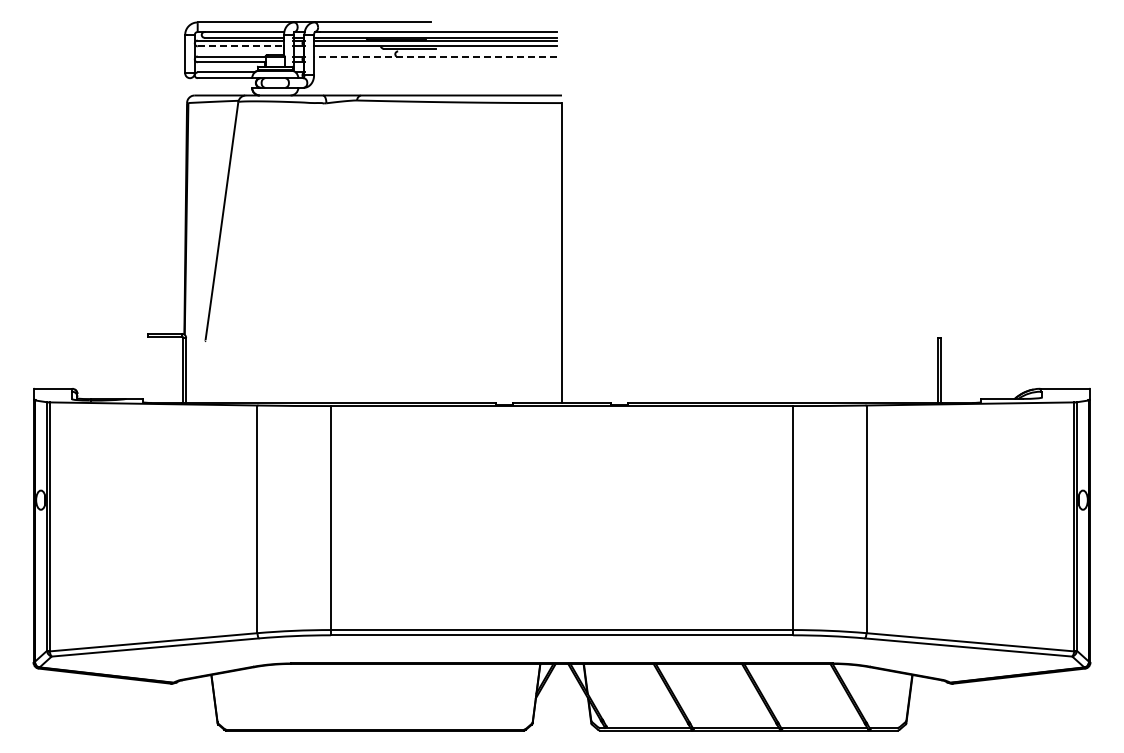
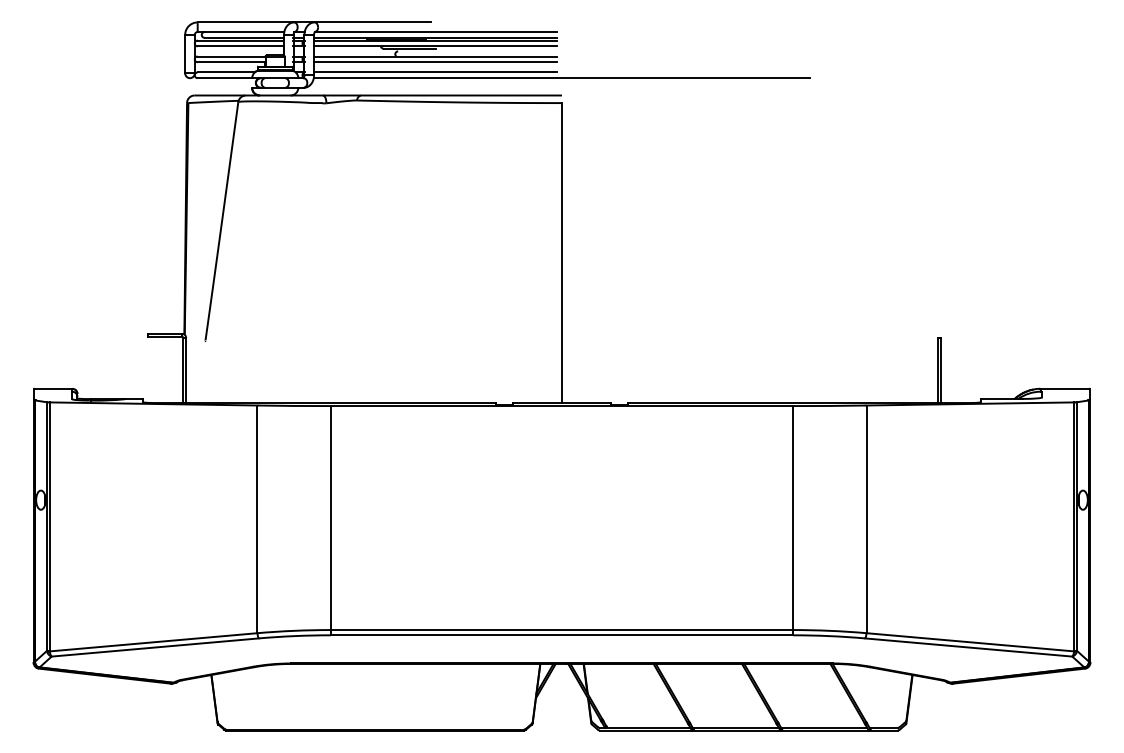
line at (241, 46): dashed -> solid
line at (435, 56): dashed -> solid
line at (435, 62): none -> present
line at (435, 72): none -> present
line at (561, 78): none -> present
